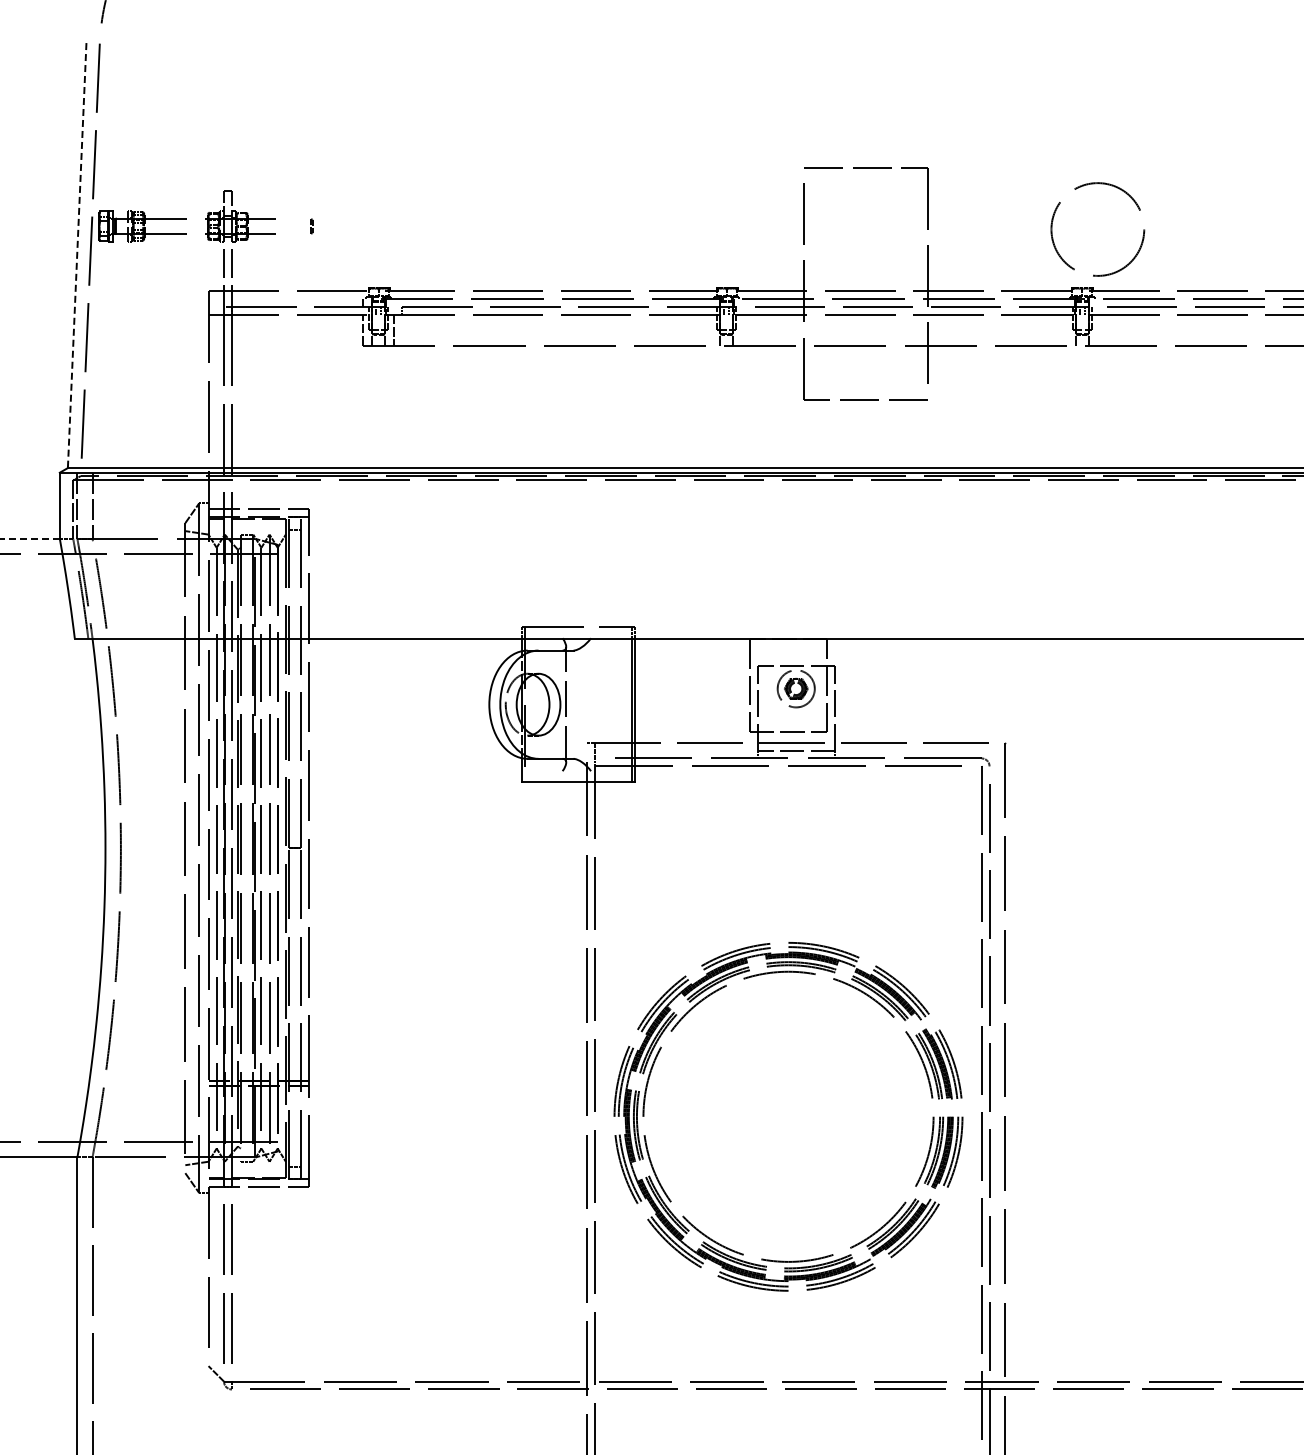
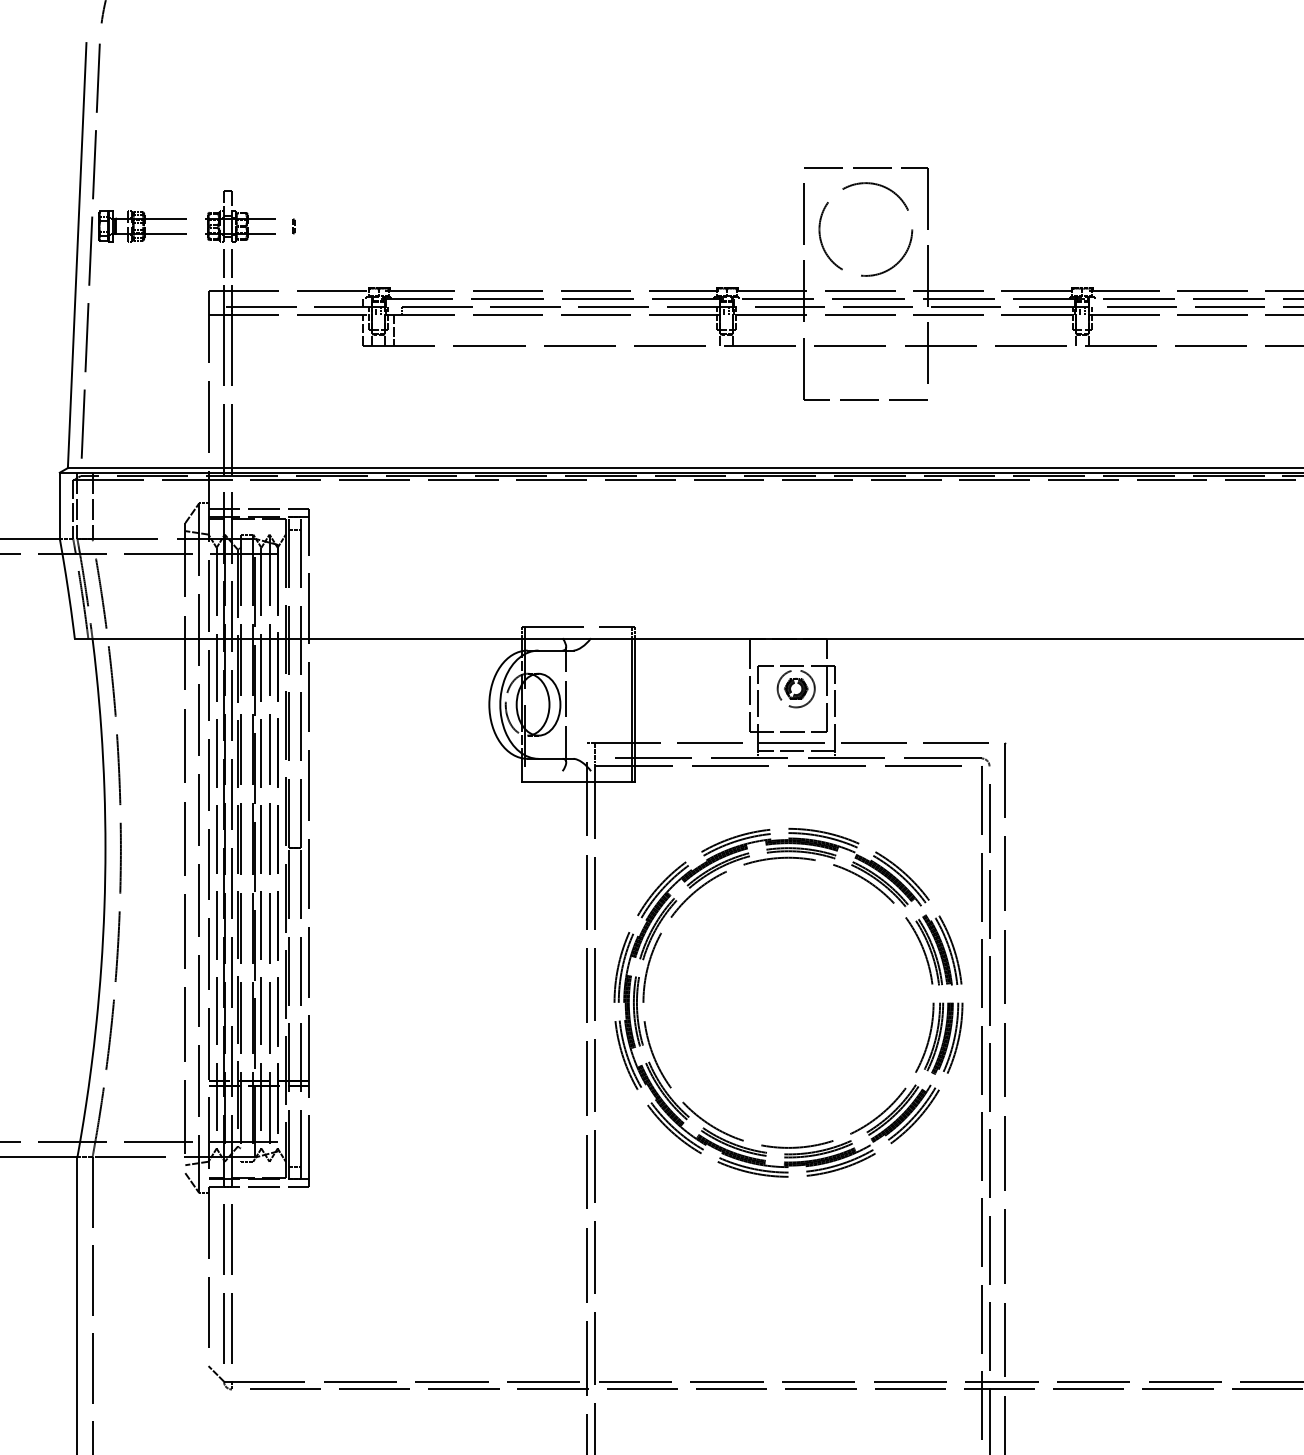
line at (311, 227) position: (311, 227) -> (293, 227)
circle at (1097, 229) position: (1097, 229) -> (865, 229)
line at (77, 255): dashed -> solid
line at (29, 538): dashed -> solid
part at (777, 973) position: (777, 973) -> (777, 859)
